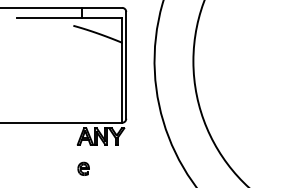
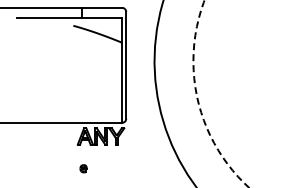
circle at (220, 93): solid -> dashed
part at (83, 168) size: 13x15 px -> 9x10 px
